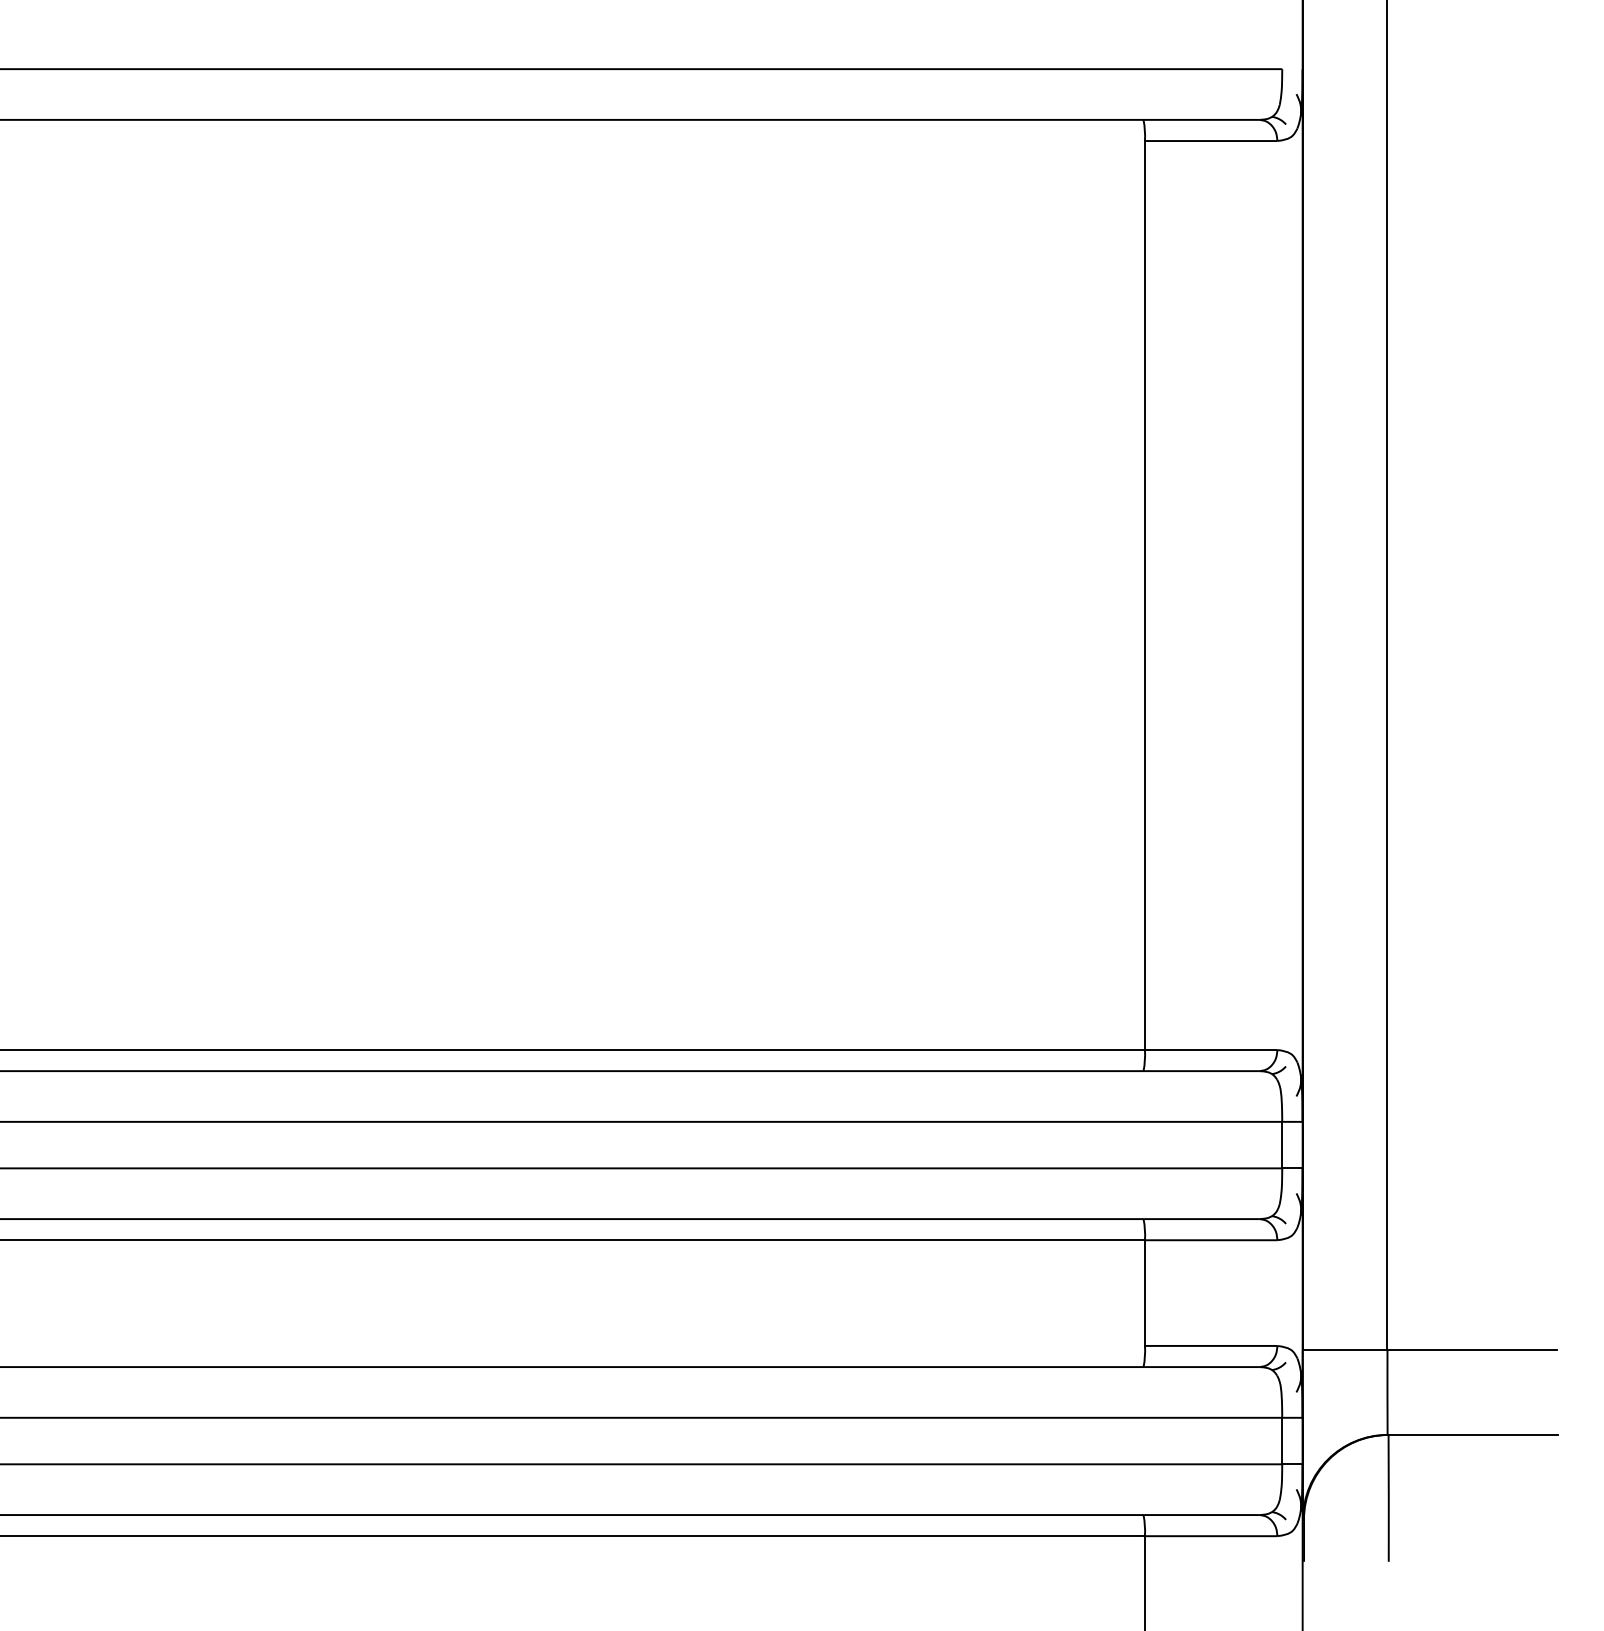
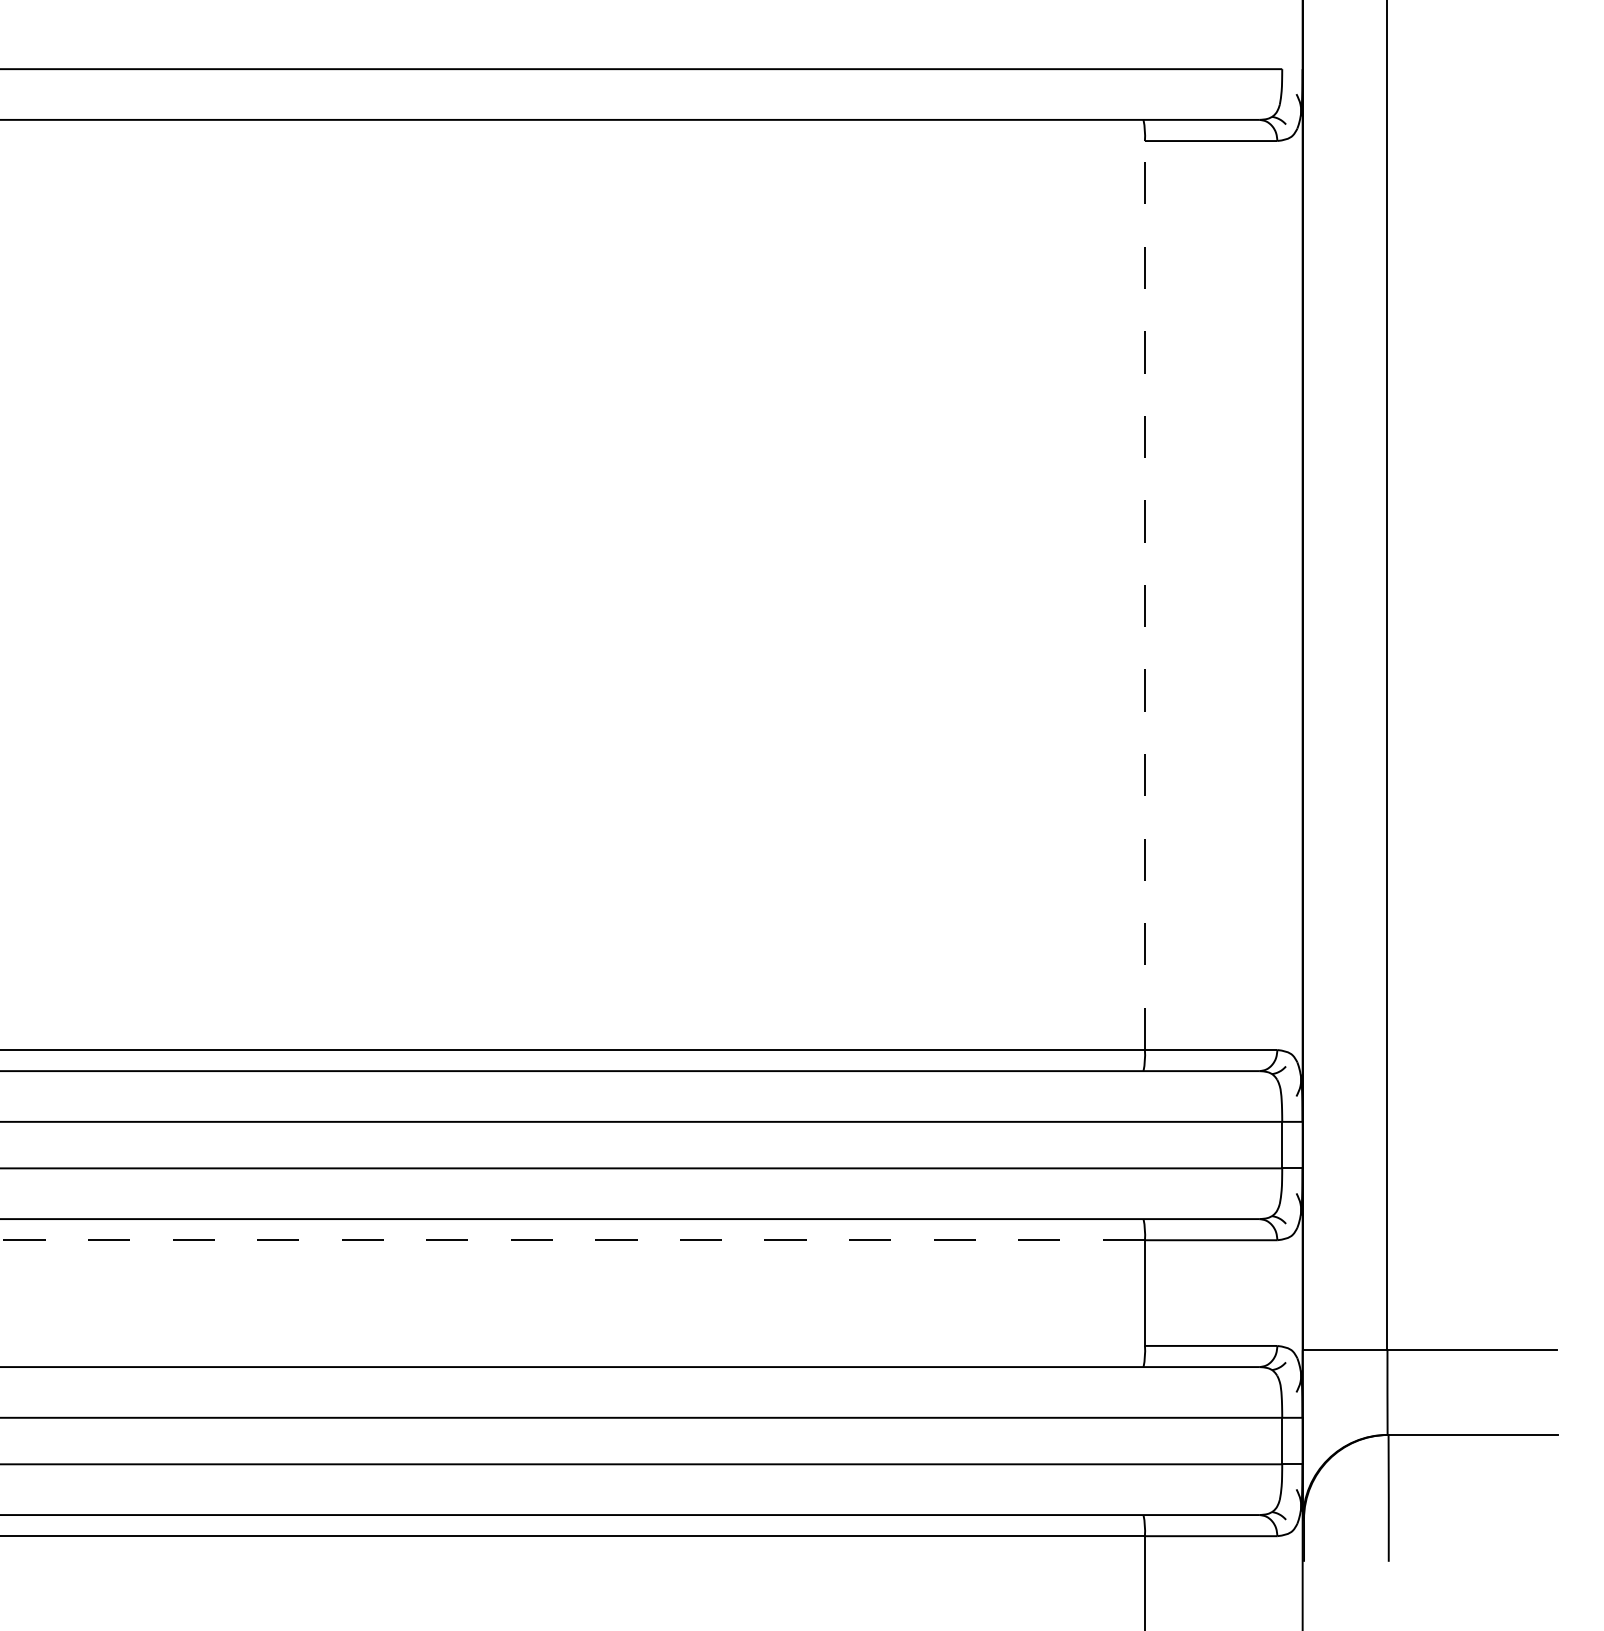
line at (1144, 595): solid -> dashed
line at (572, 1240): solid -> dashed
